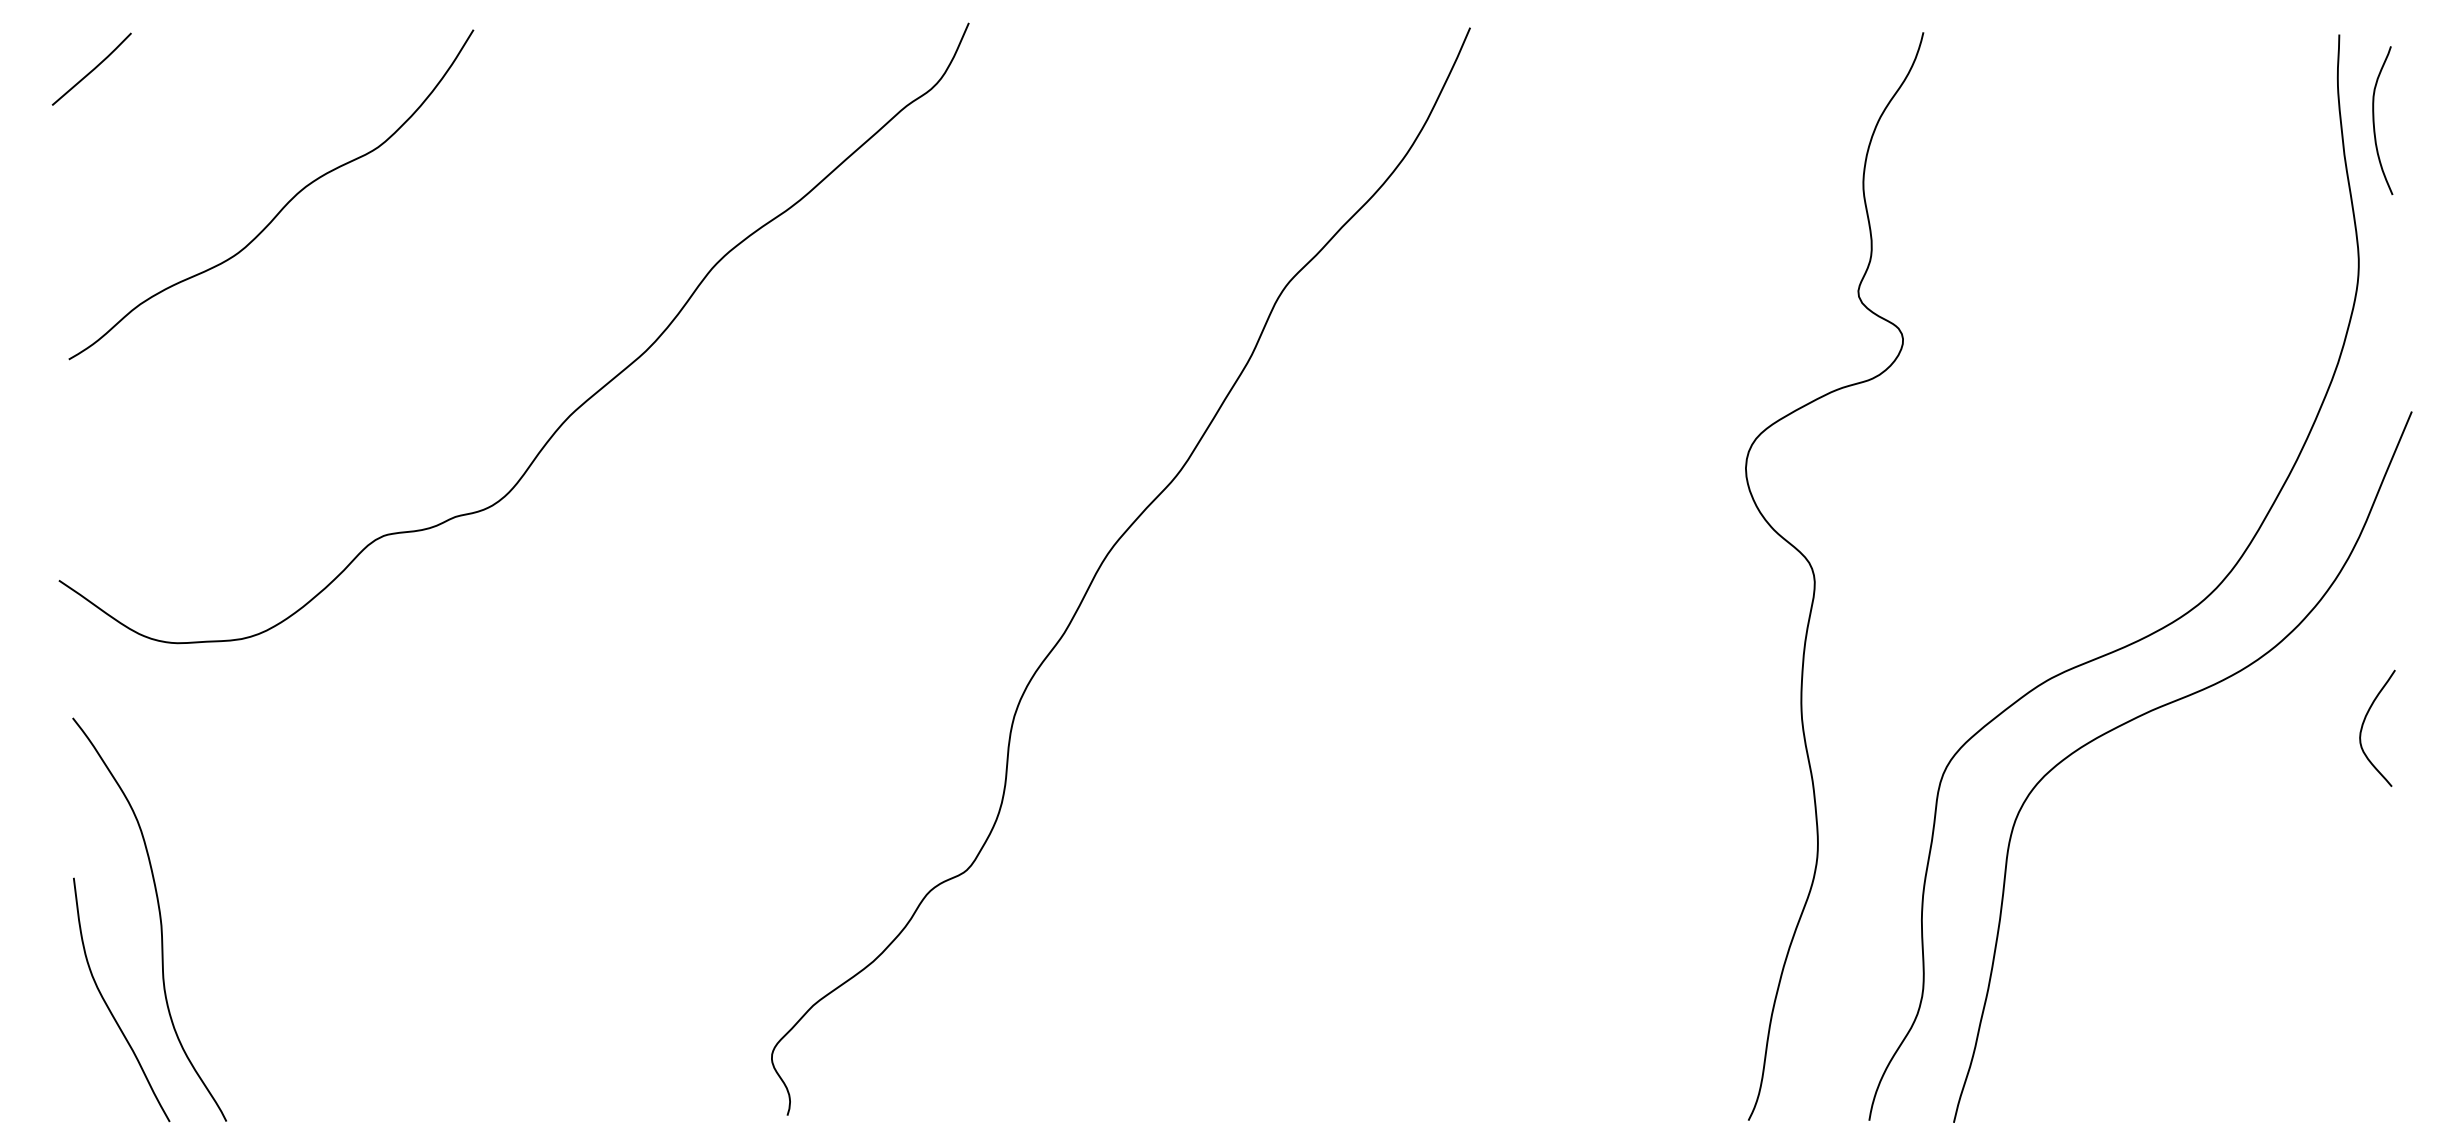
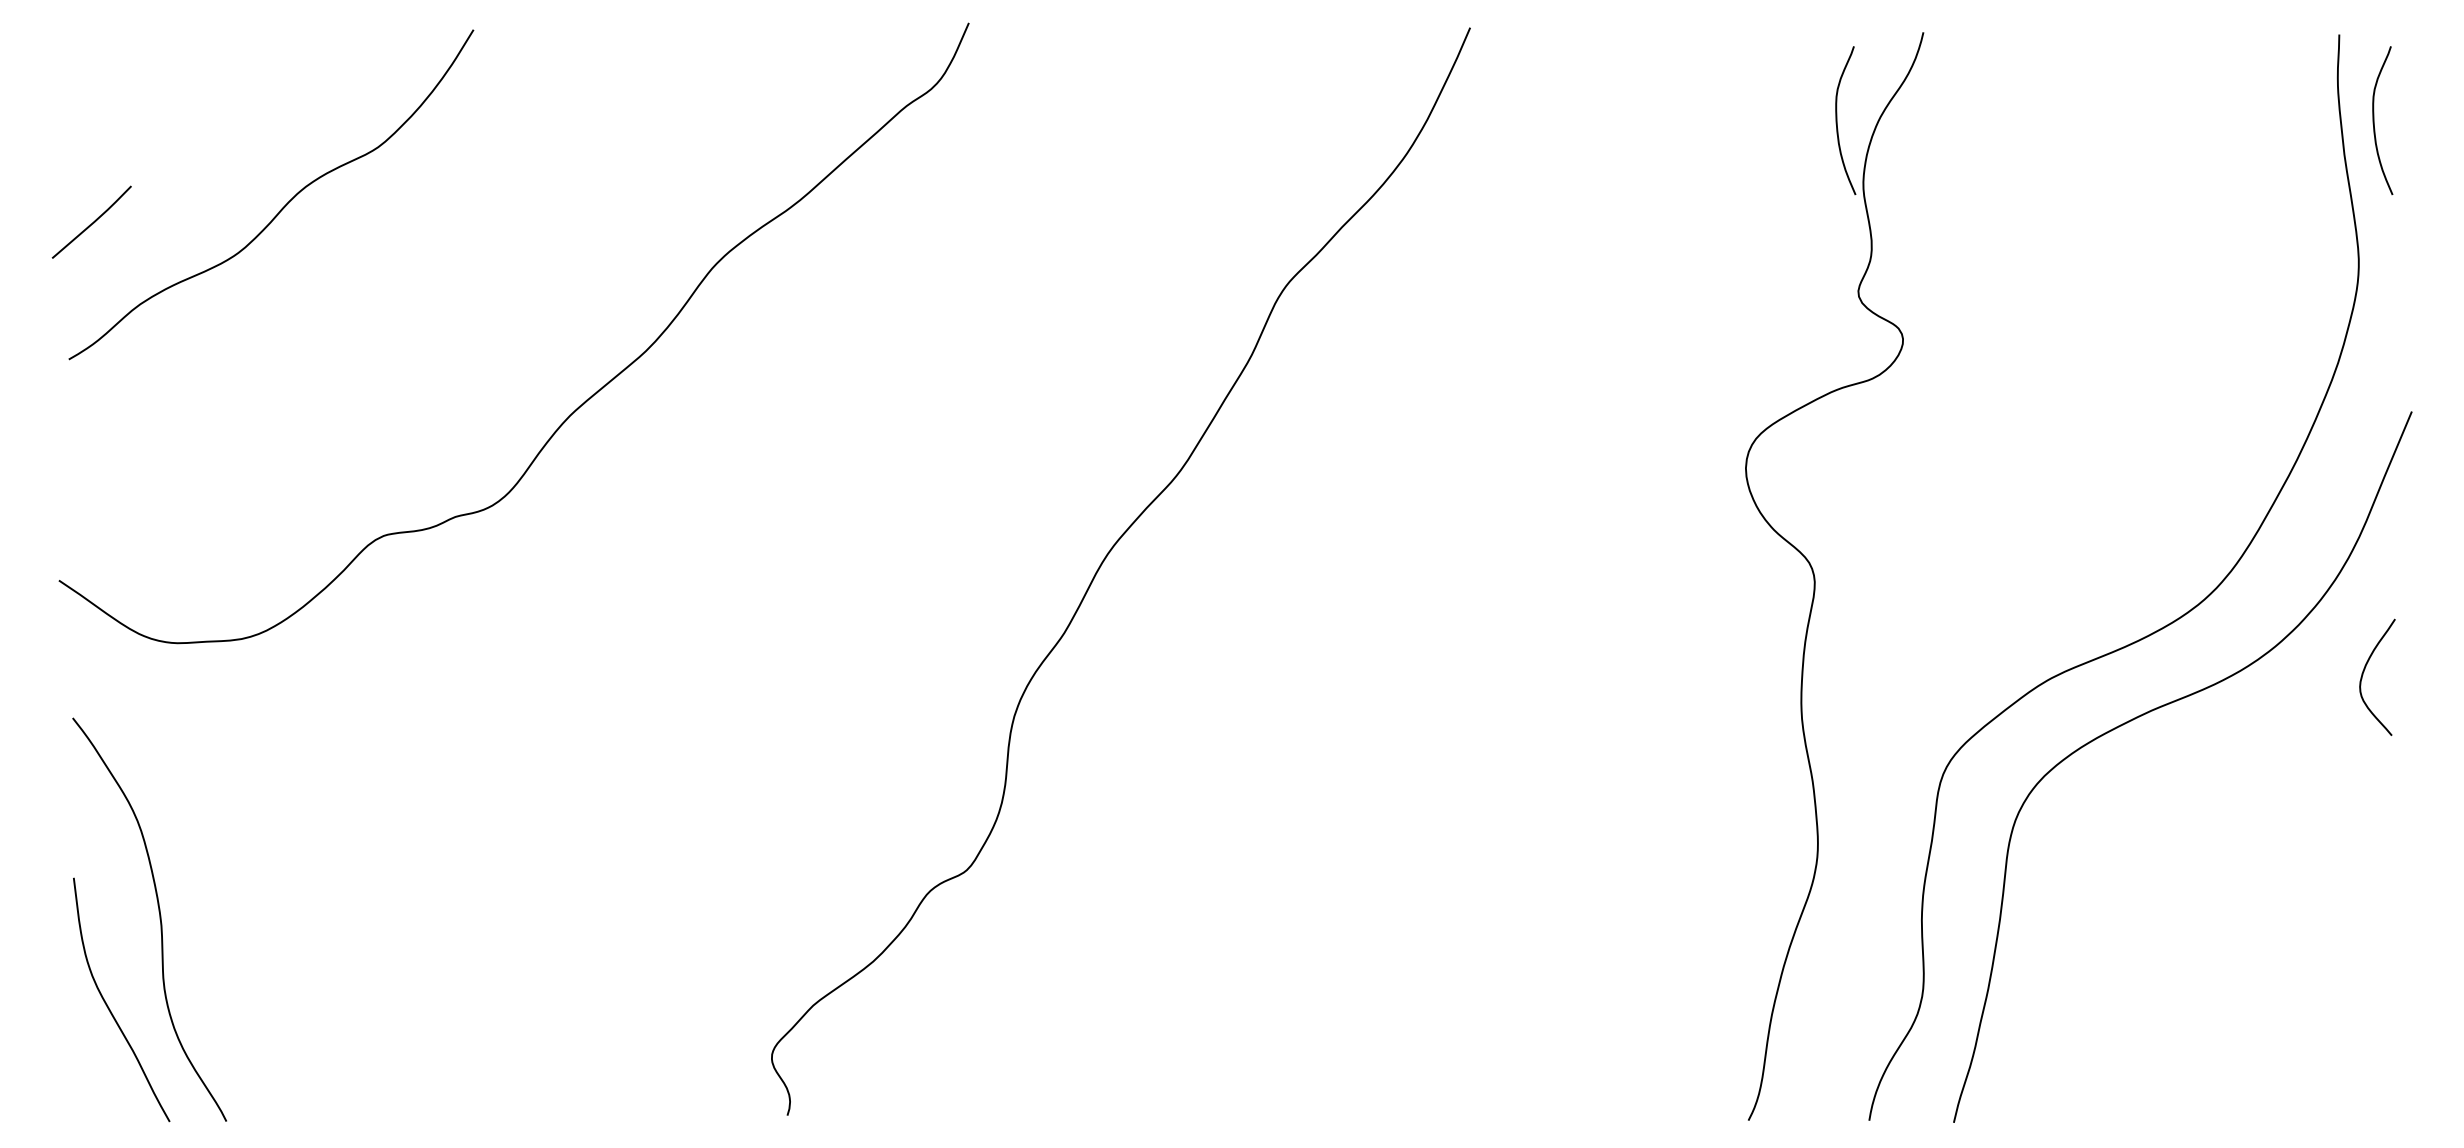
line at (92, 69) position: (92, 69) -> (92, 222)
curve at (1837, 120): none -> present
curve at (2364, 723) position: (2364, 723) -> (2364, 672)
